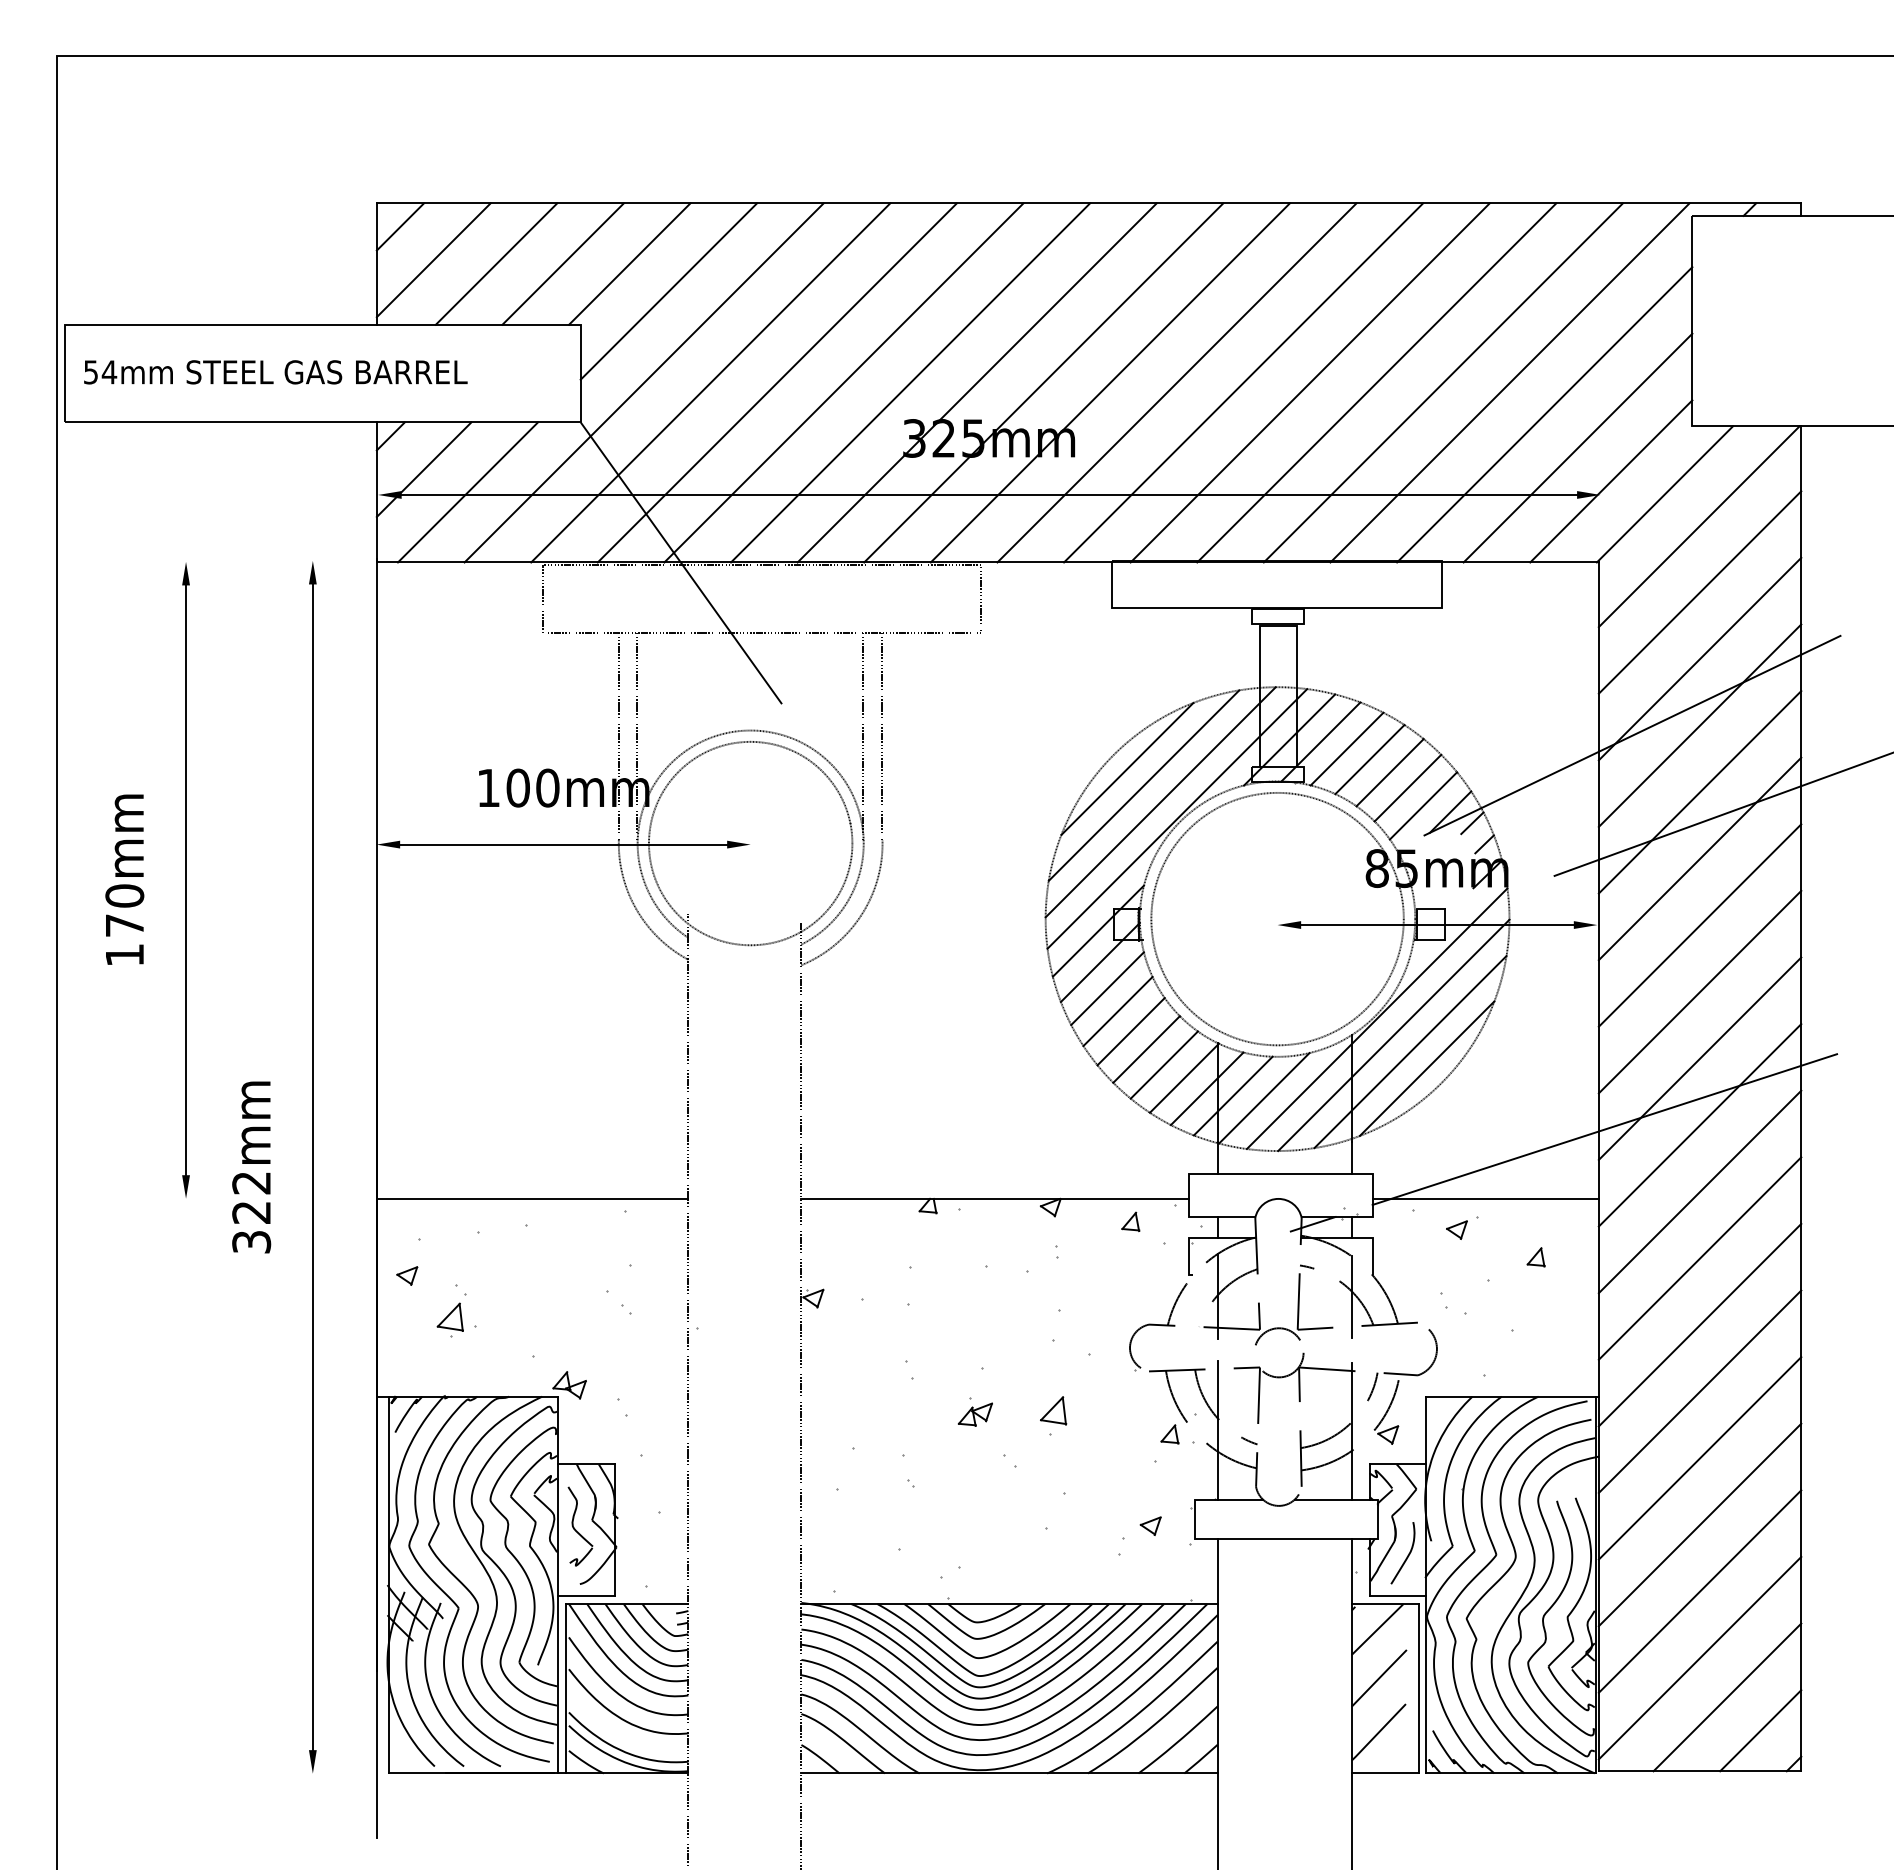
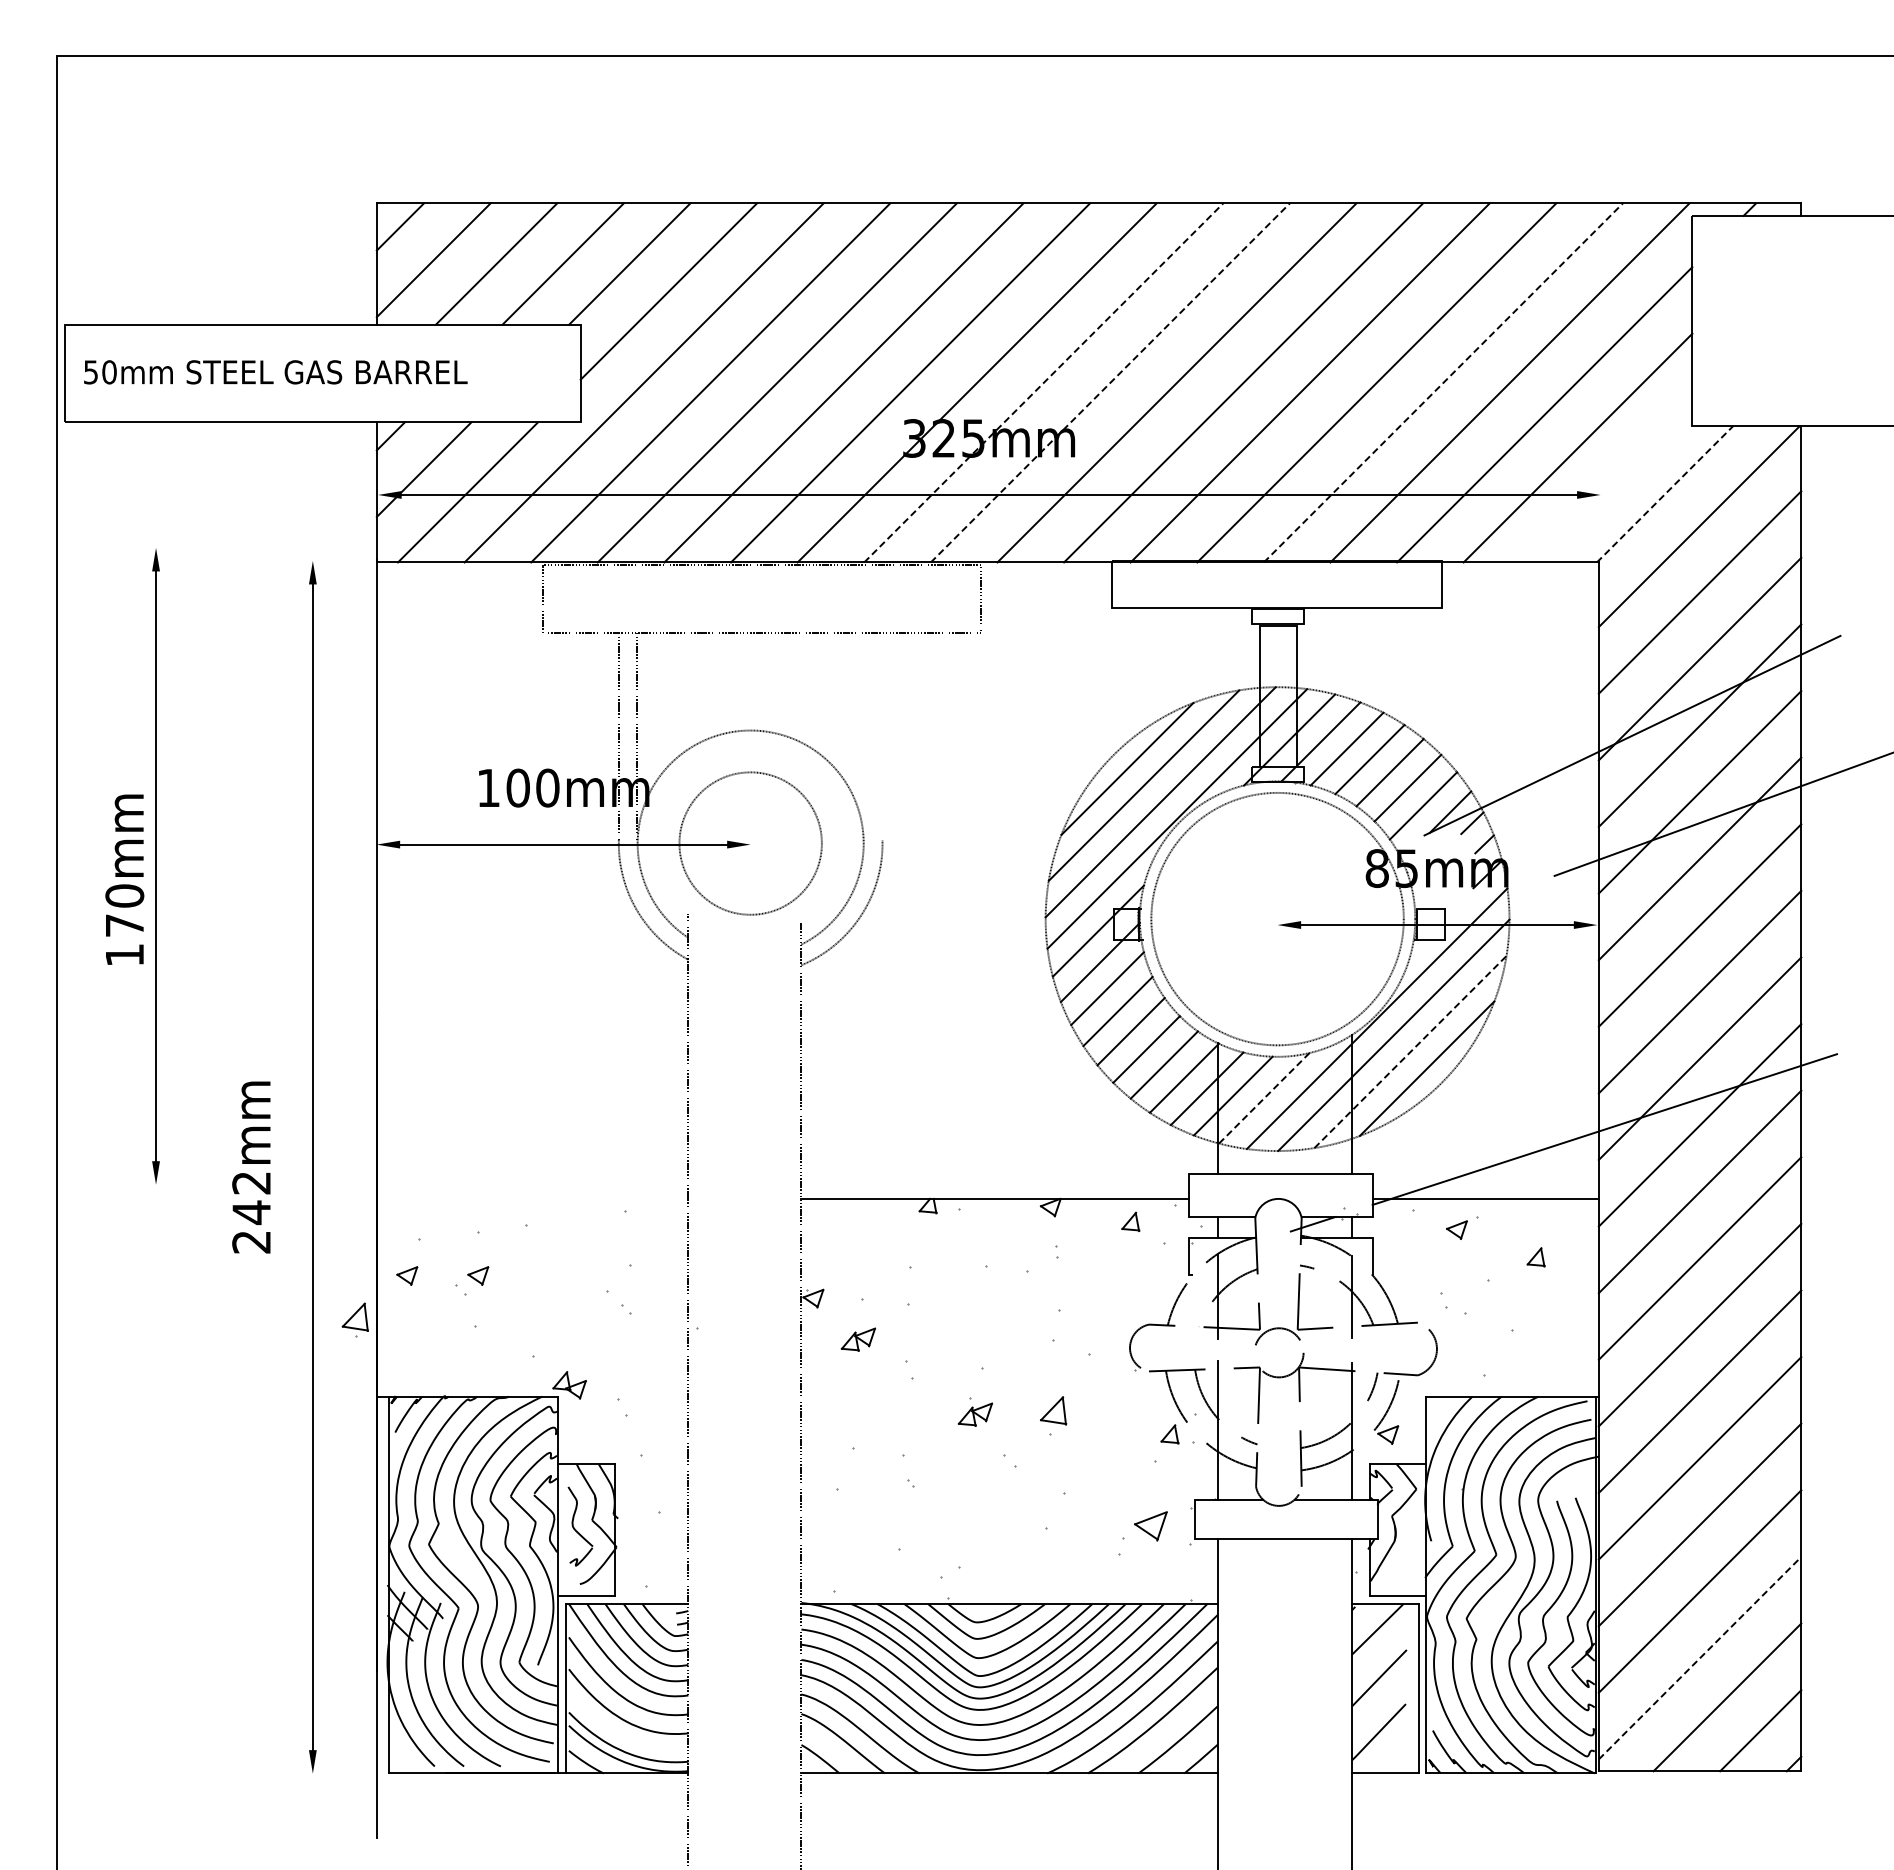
text at (109, 372): 54mm -> 50mm
line at (1043, 382): solid -> dashed
line at (1110, 382): solid -> dashed
line at (1443, 382): solid -> dashed
line at (1611, 481): present -> none
line at (1665, 494): solid -> dashed
line at (681, 563): present -> none
line at (863, 736): present -> none
line at (882, 736): present -> none
circle at (750, 843) diameter: 203 px -> 142 px
part at (185, 879) position: (185, 879) -> (155, 865)
line at (1410, 1052): solid -> dashed
line at (1264, 1098): solid -> dashed
line at (532, 1198): present -> none
text at (251, 1226): 322mm -> 242mm
part at (478, 1275): none -> present
part at (449, 1319) position: (449, 1319) -> (354, 1319)
part at (857, 1339): none -> present
part at (1150, 1525) size: 23x20 px -> 34x31 px
curve at (1407, 1555): present -> none
line at (1700, 1657): solid -> dashed
